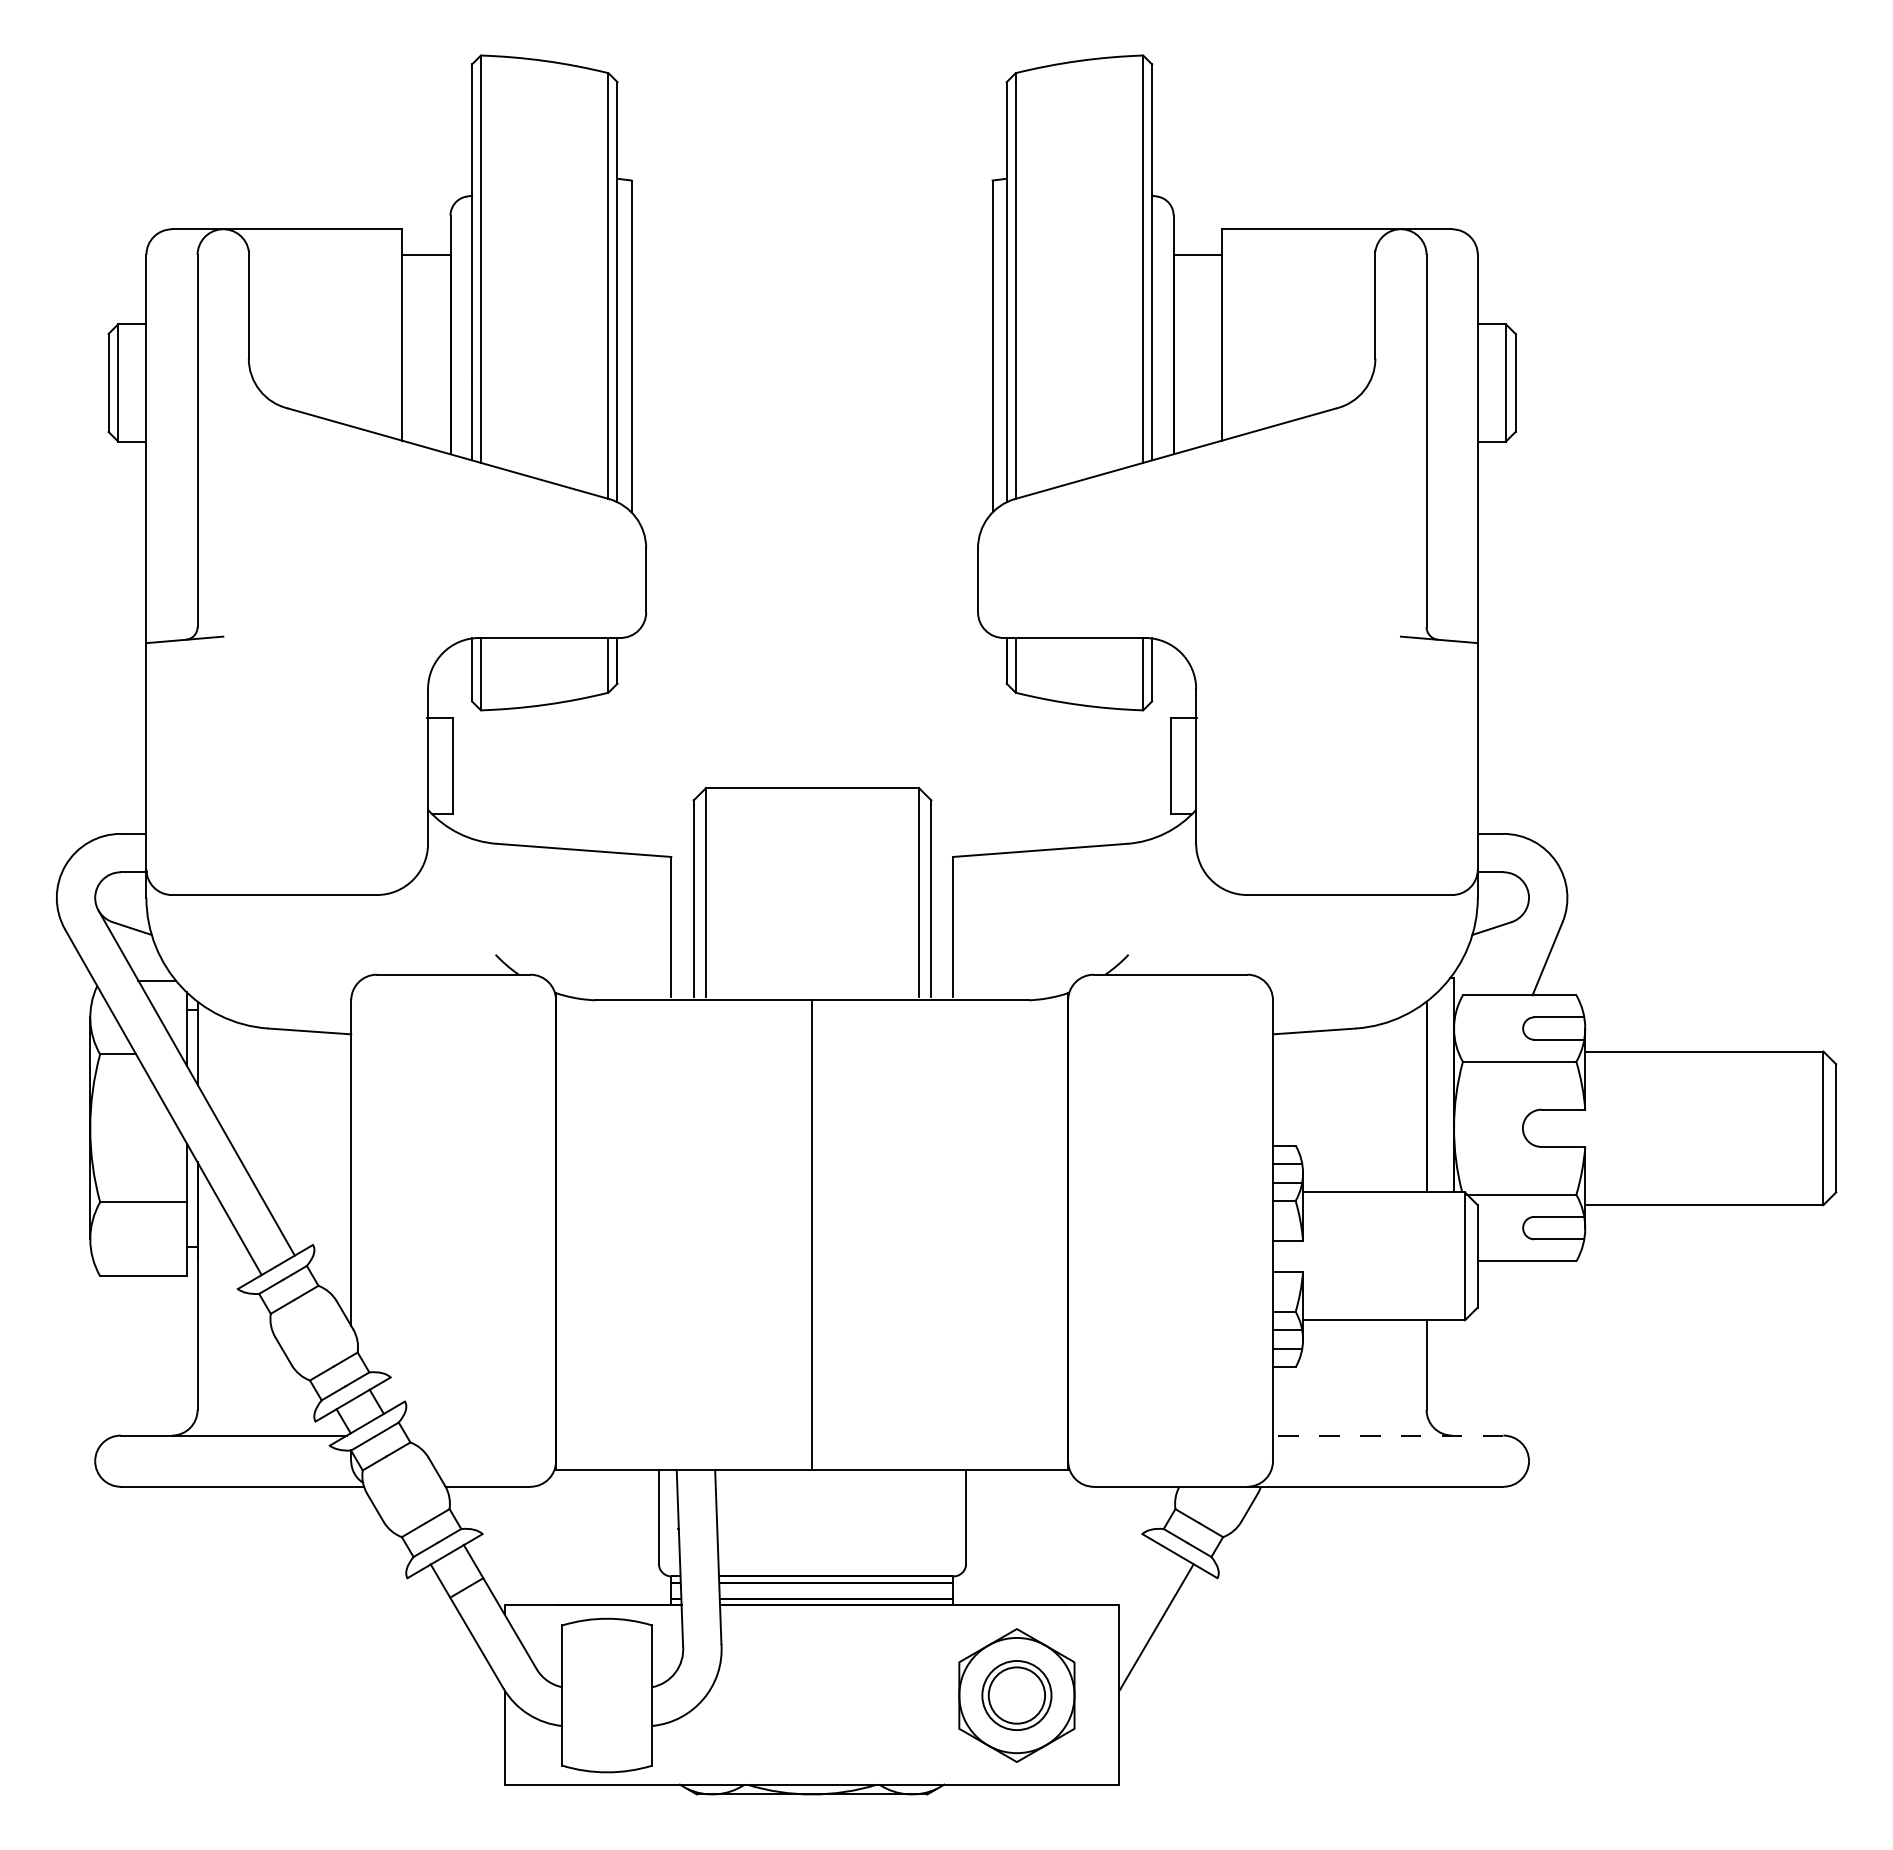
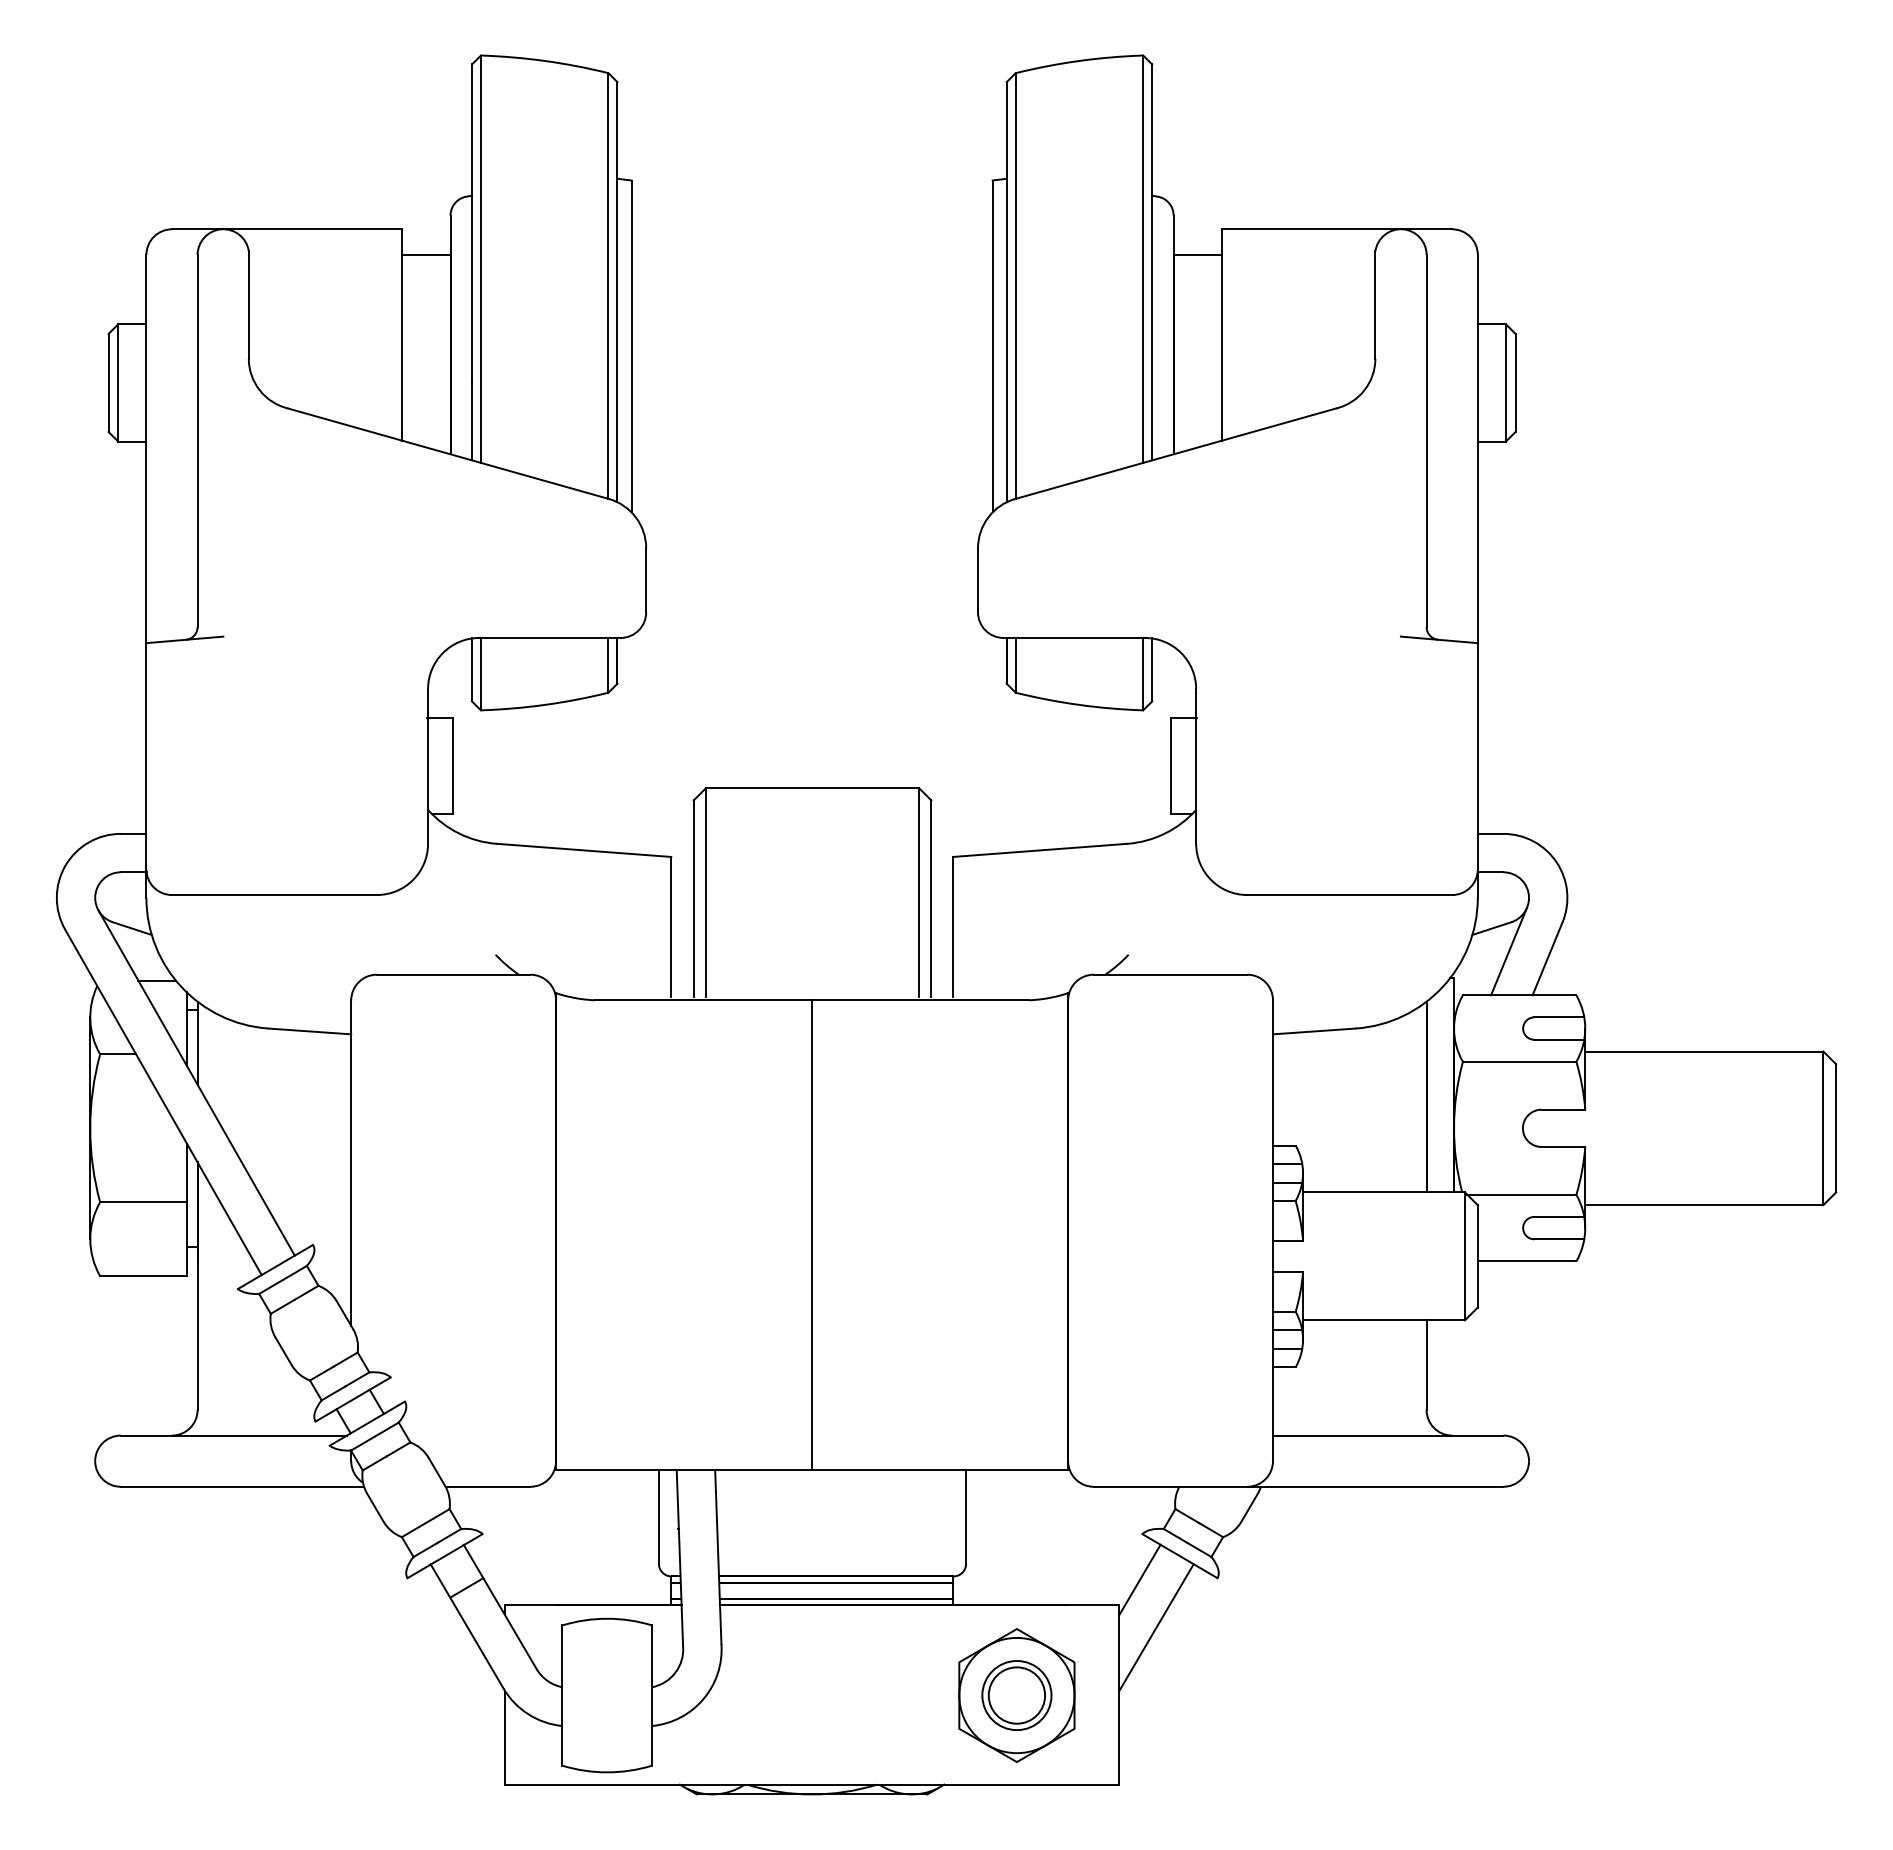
line at (1509, 951): none -> present
line at (1387, 1435): dashed -> solid
line at (1139, 1579): none -> present
